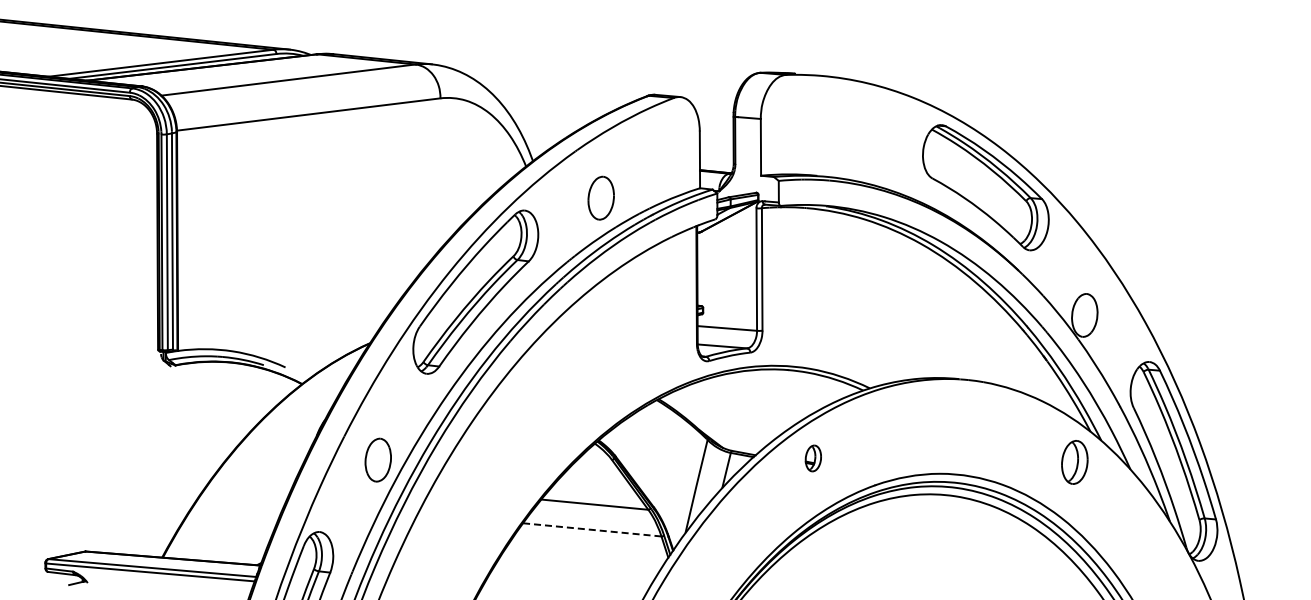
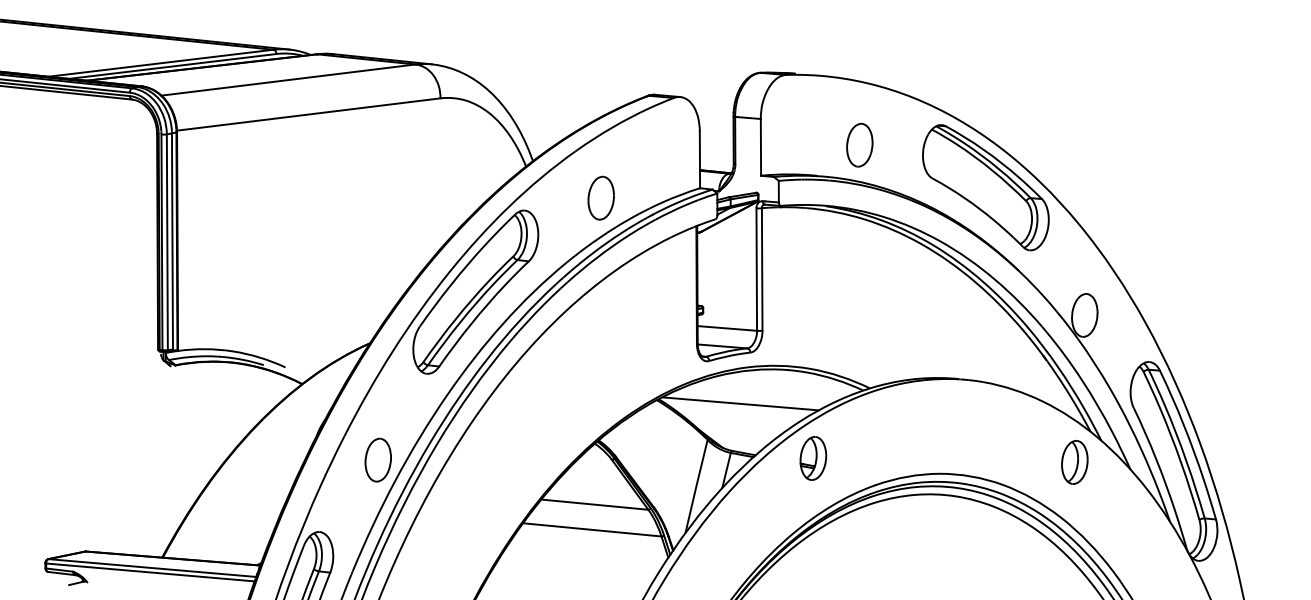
part at (859, 144): none -> present
line at (740, 403): none -> present
part at (812, 458) size: 18x29 px -> 29x45 px
line at (592, 529): dashed -> solid
